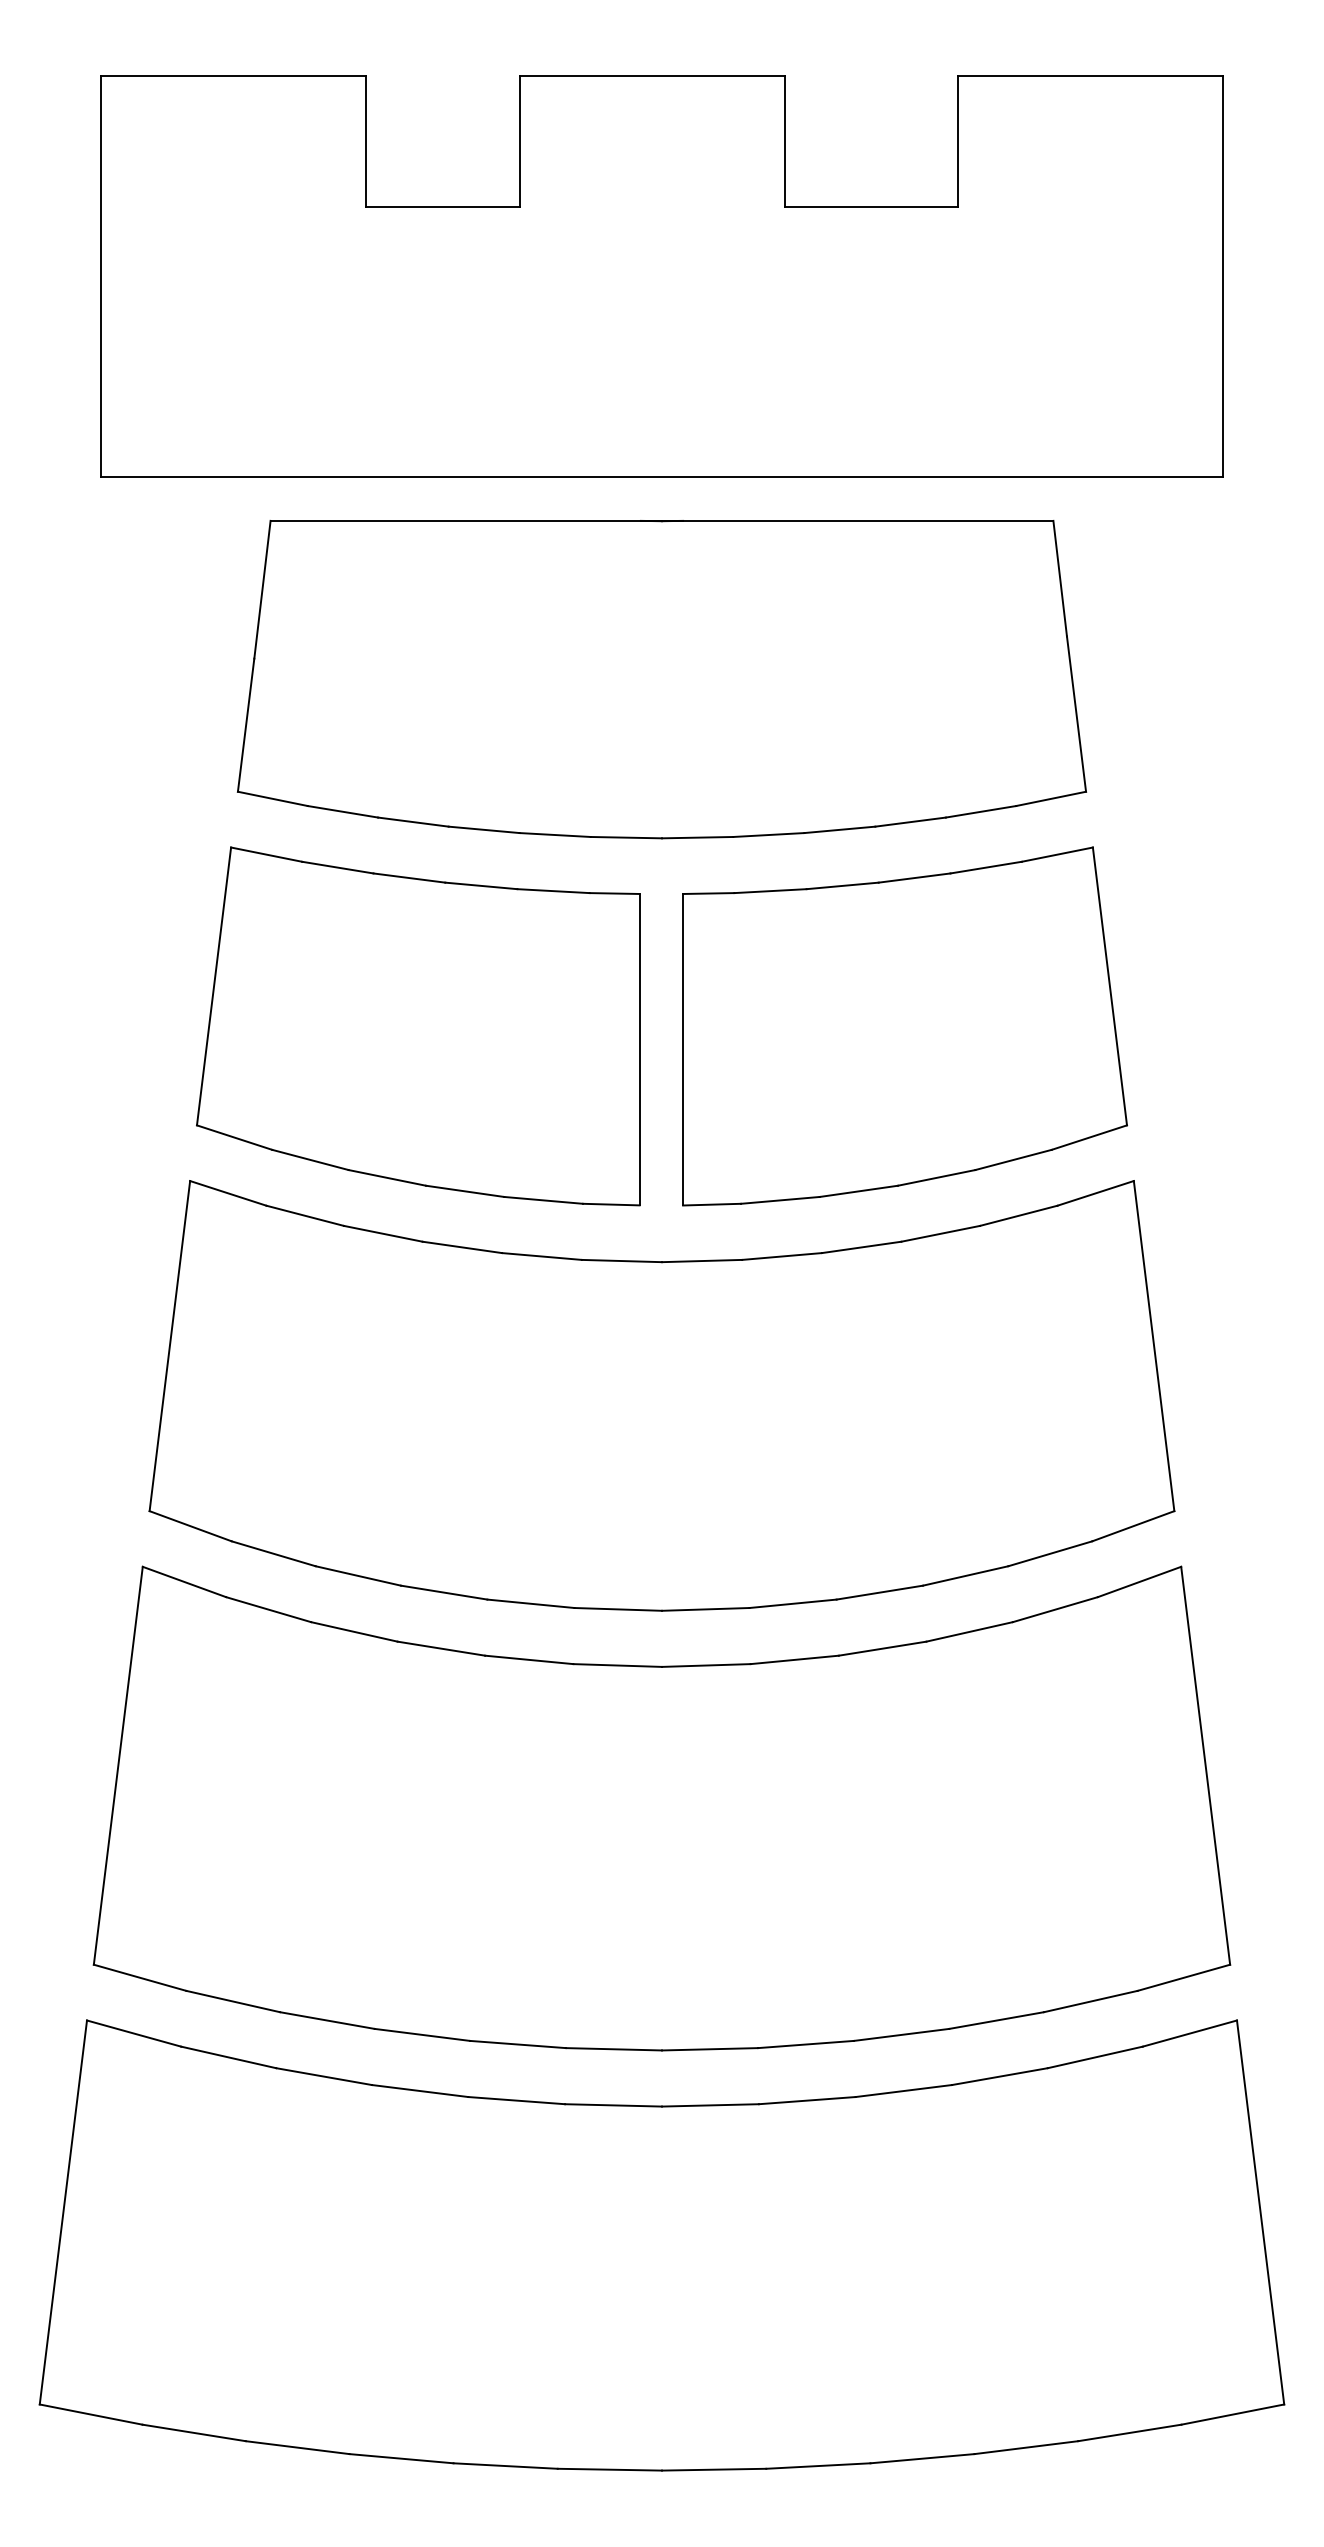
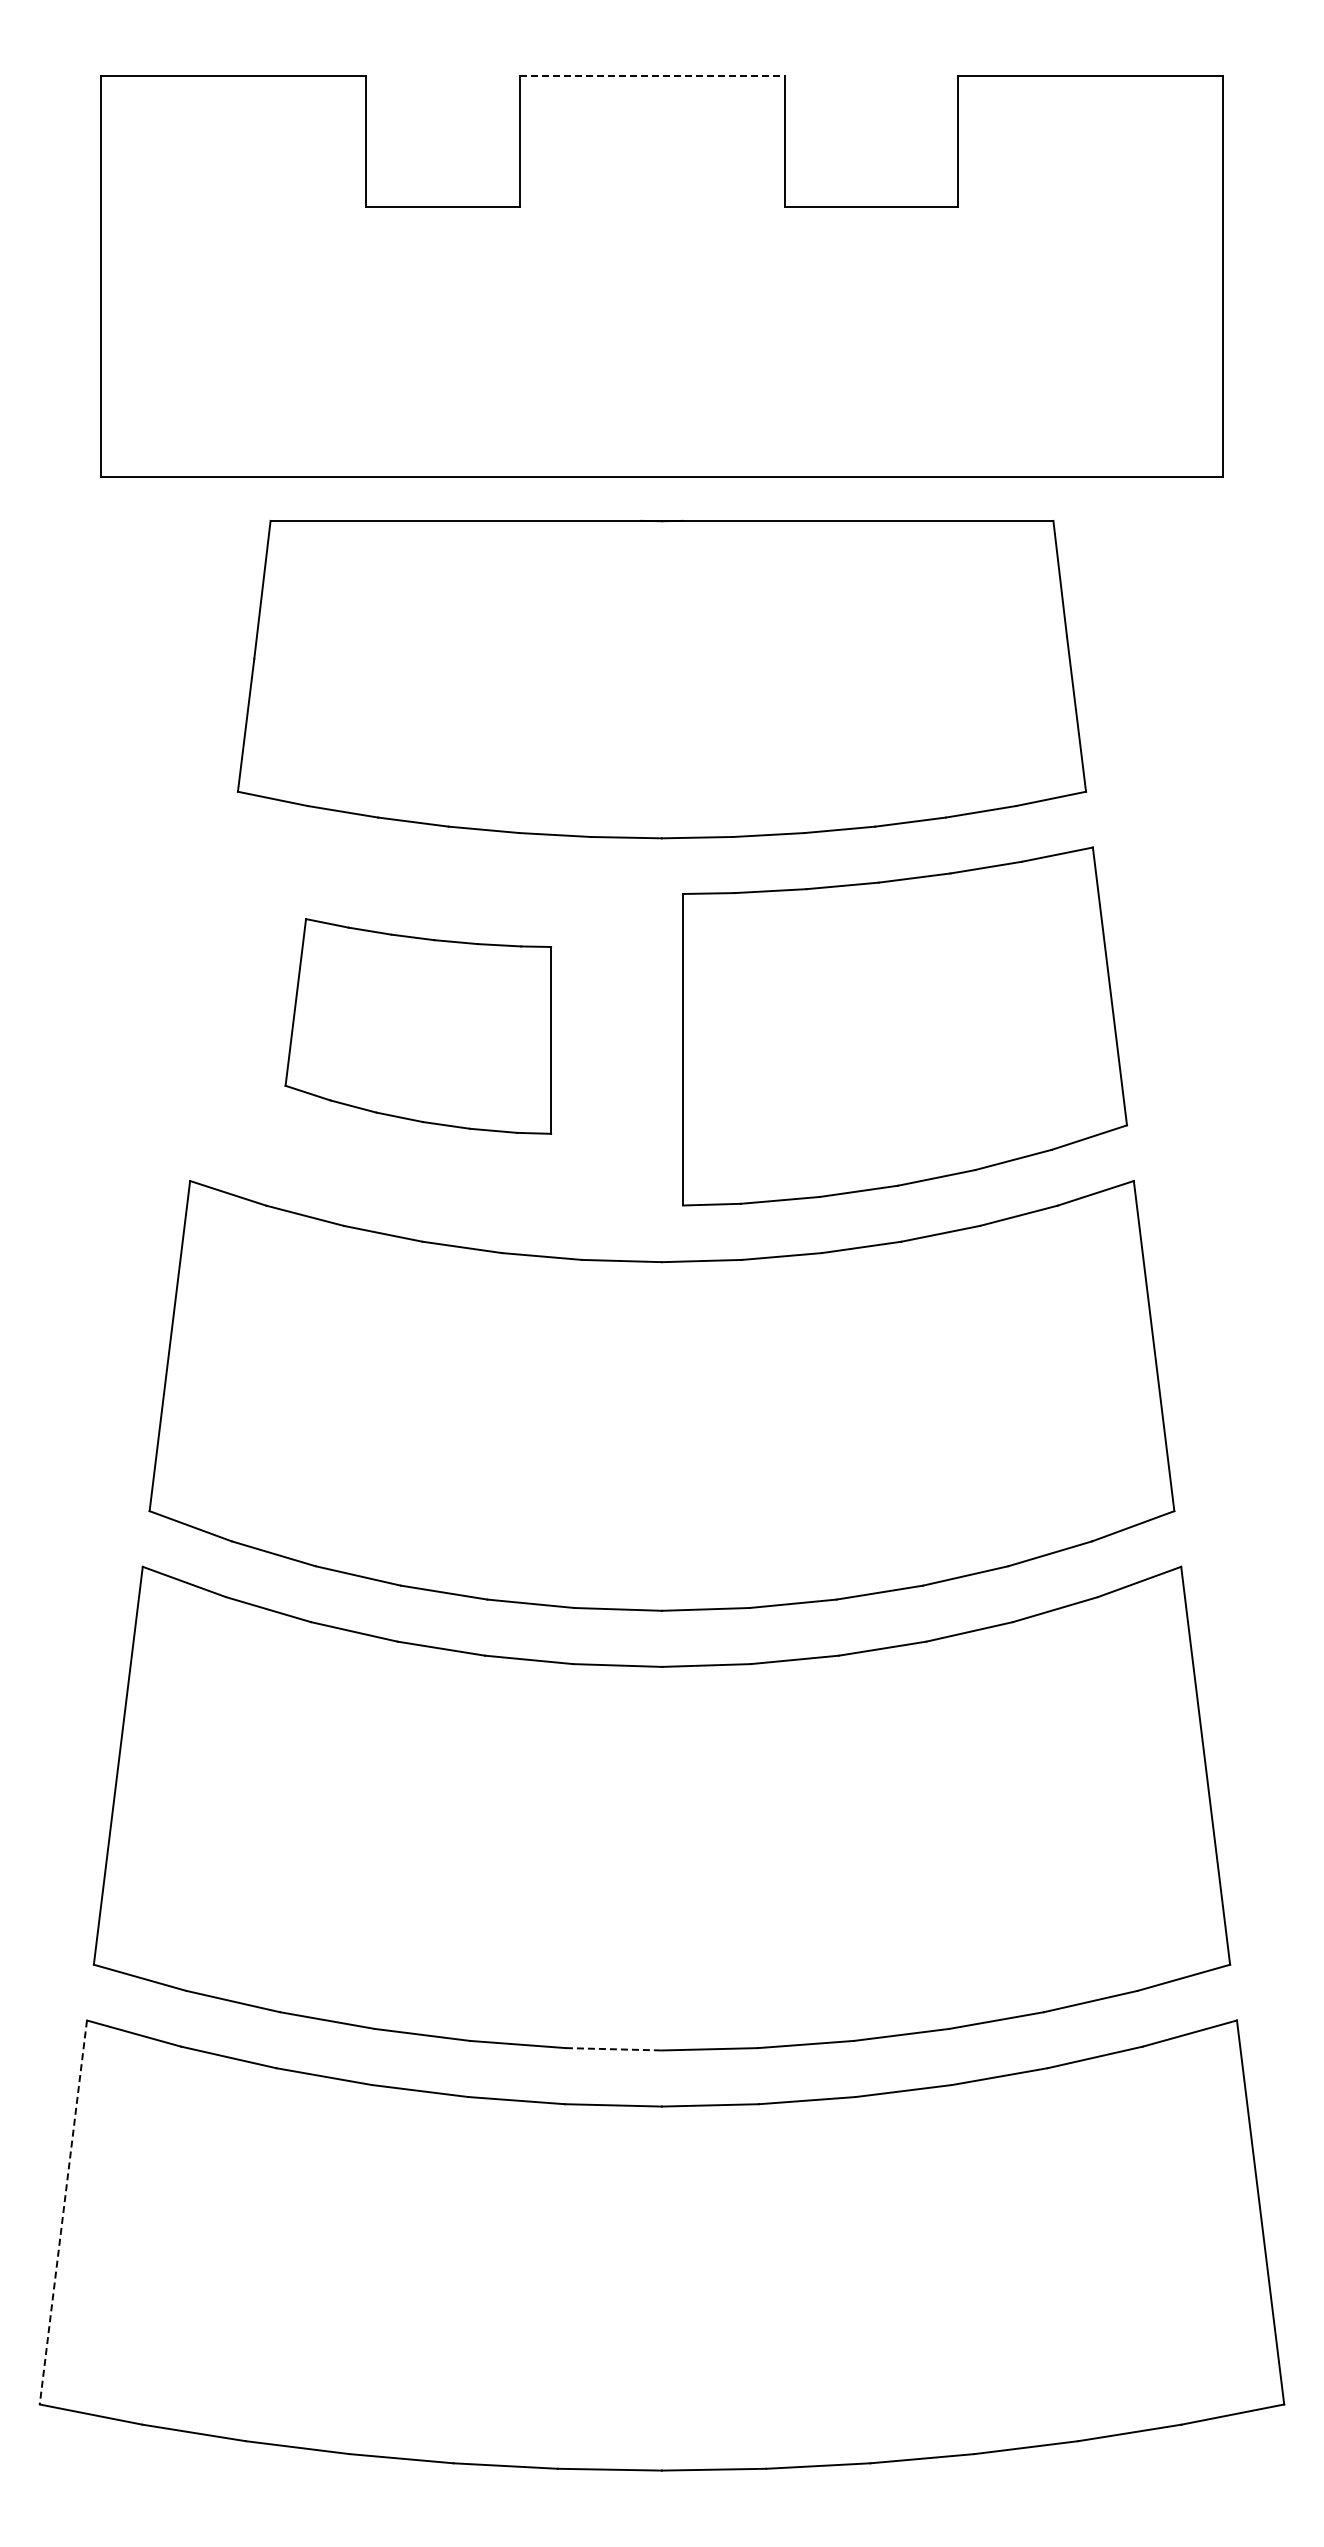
line at (652, 76): solid -> dashed
part at (418, 1026) size: 445x361 px -> 268x217 px
line at (614, 2049): solid -> dashed
line at (63, 2212): solid -> dashed
